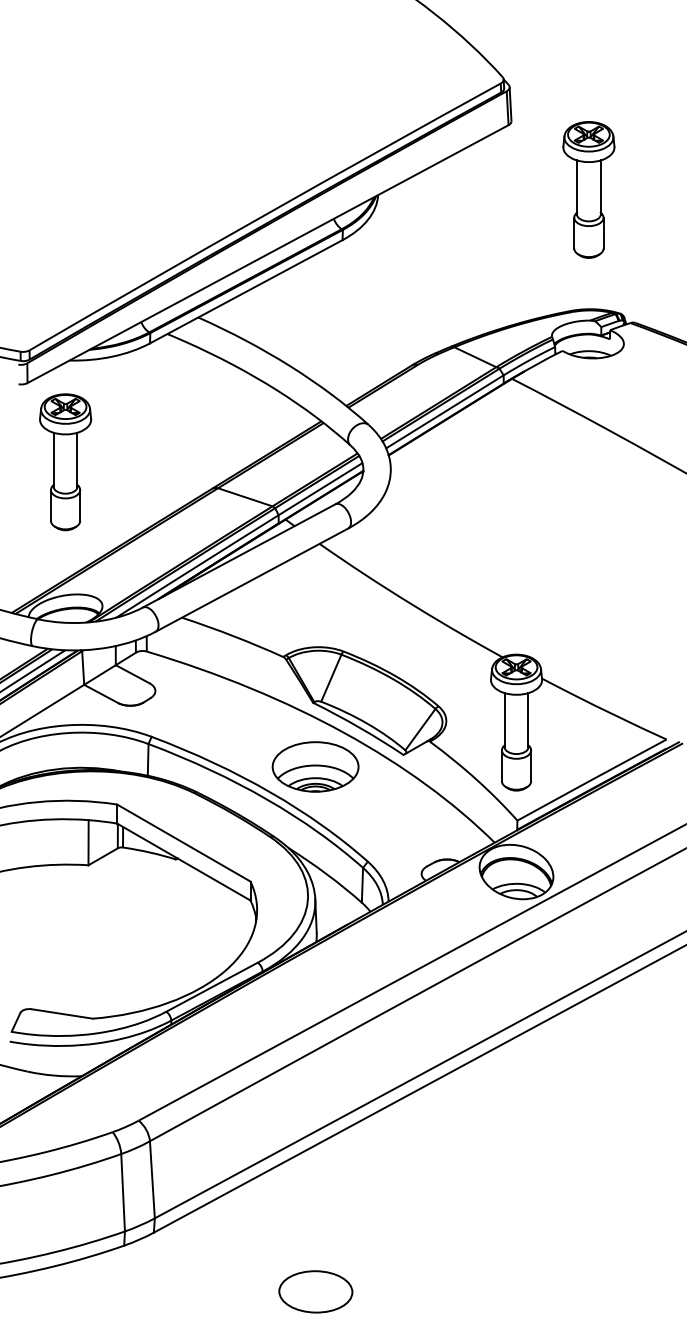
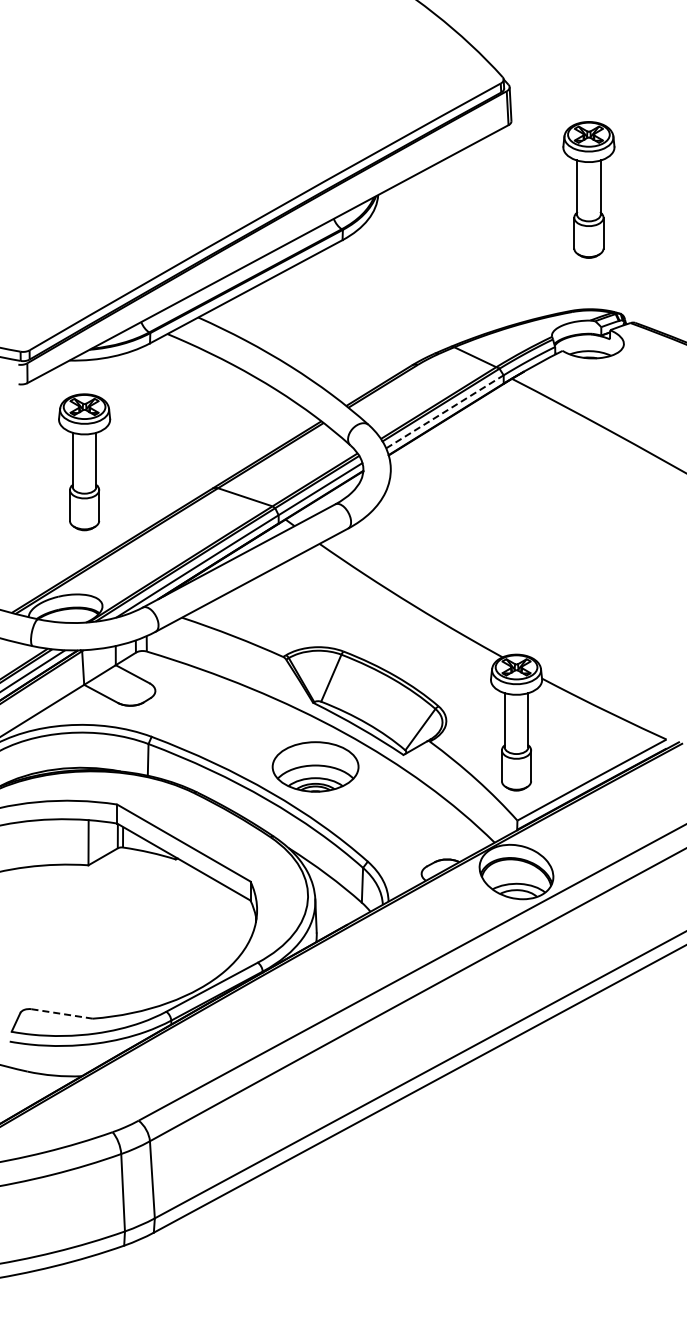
line at (445, 411): solid -> dashed
part at (65, 462) position: (65, 462) -> (84, 462)
line at (62, 1013): solid -> dashed
part at (315, 1291): present -> none
